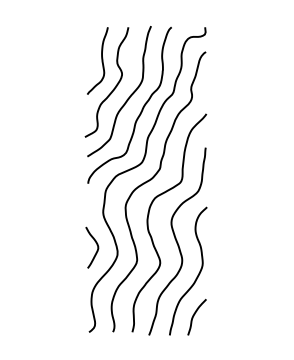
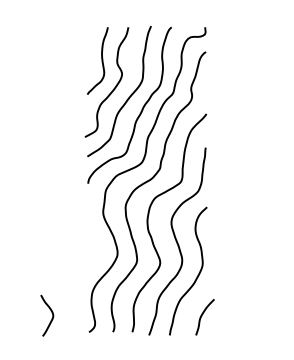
curve at (96, 245) position: (96, 245) -> (51, 313)
curve at (194, 316) position: (194, 316) -> (202, 316)
